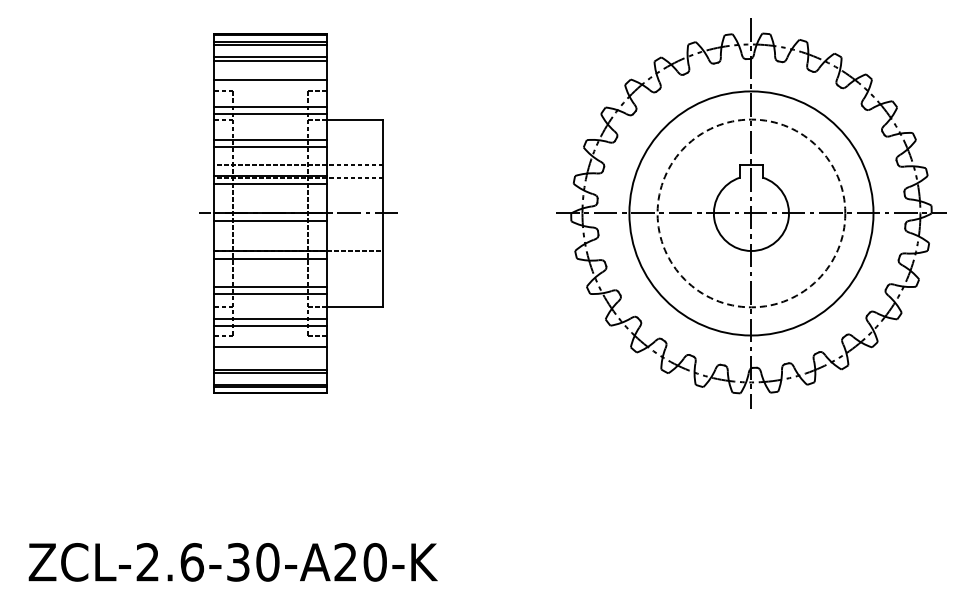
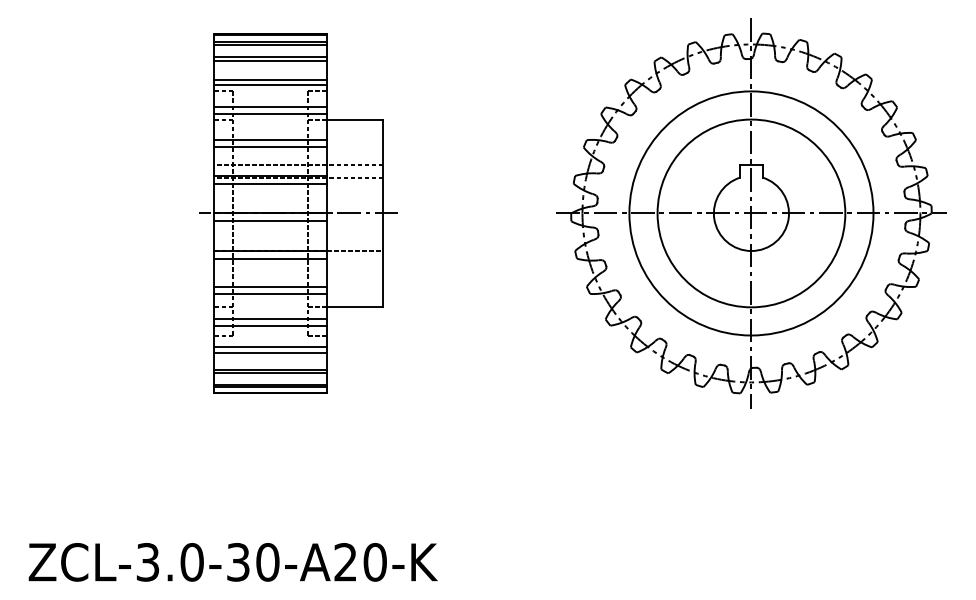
line at (270, 84): none -> present
circle at (751, 213): dashed -> solid
line at (270, 352): none -> present
text at (170, 562): ZCL-2.6-30-A20-K -> ZCL-3.0-30-A20-K
